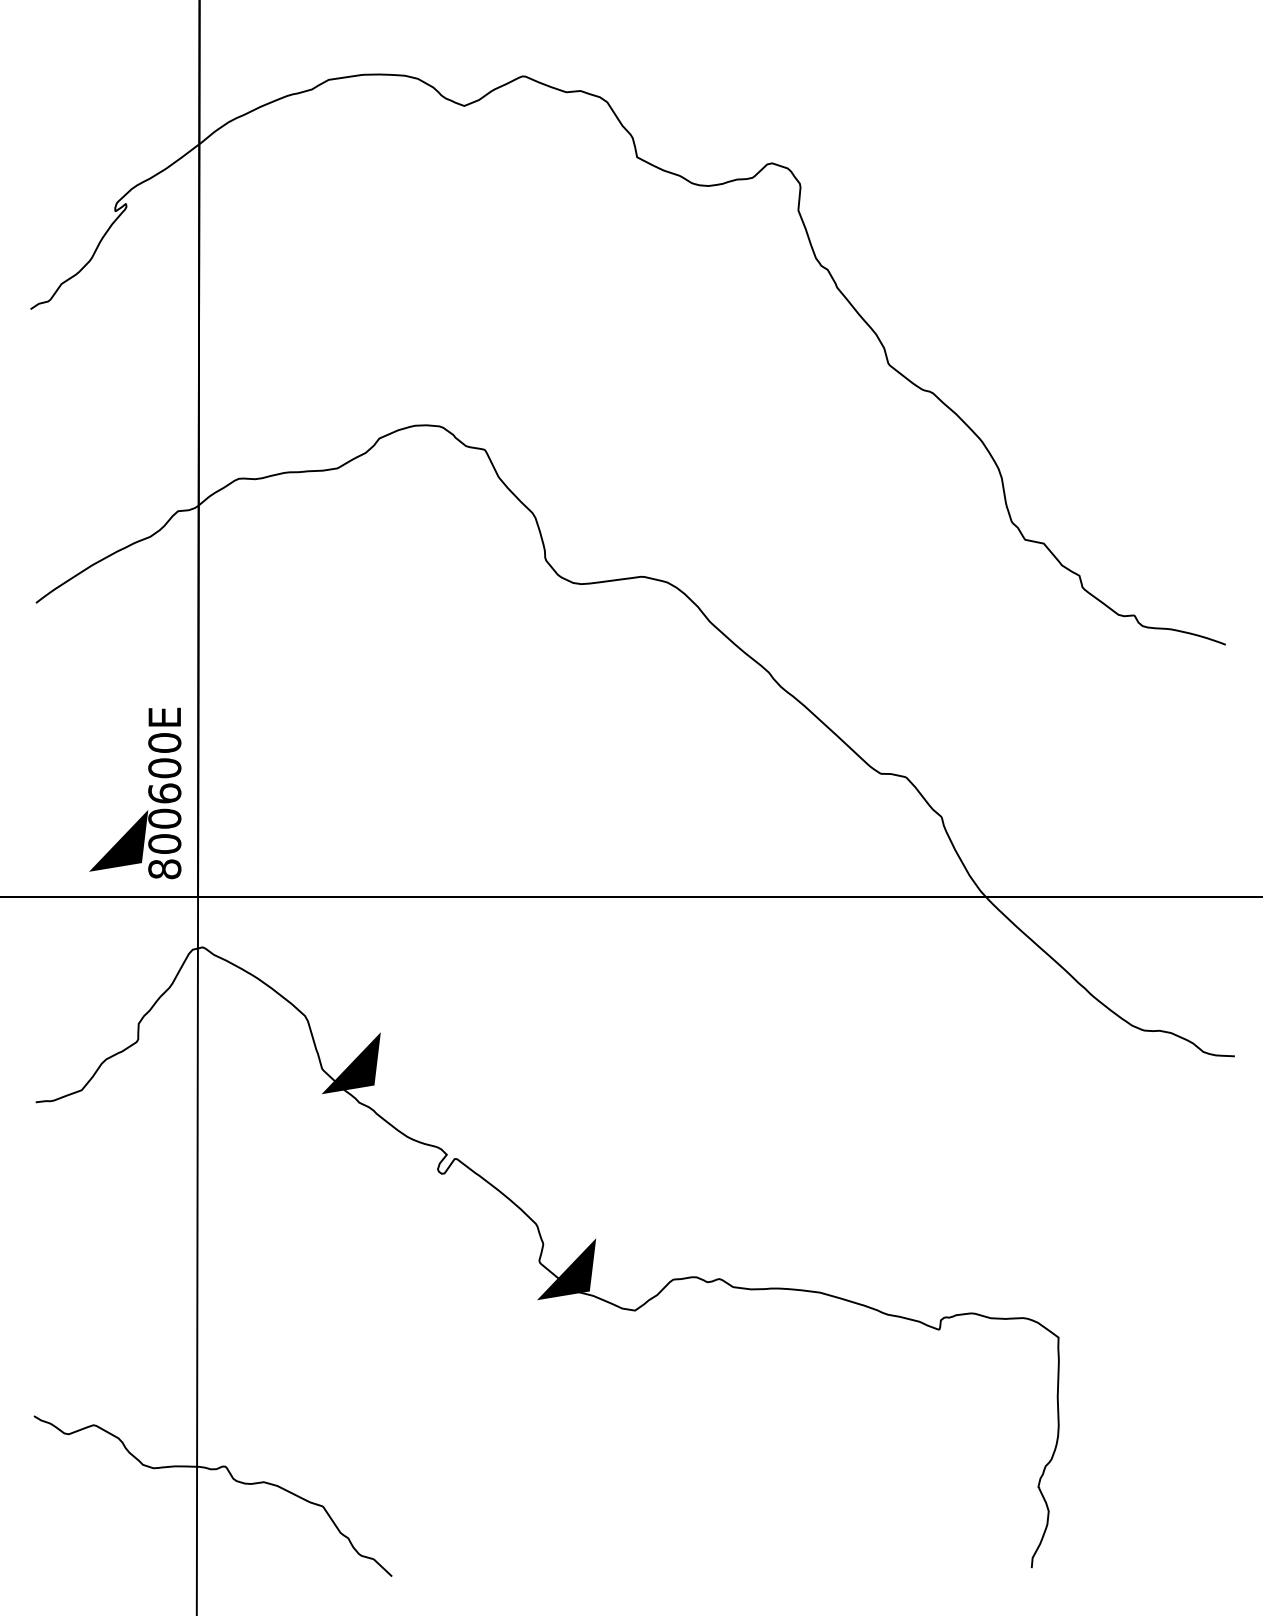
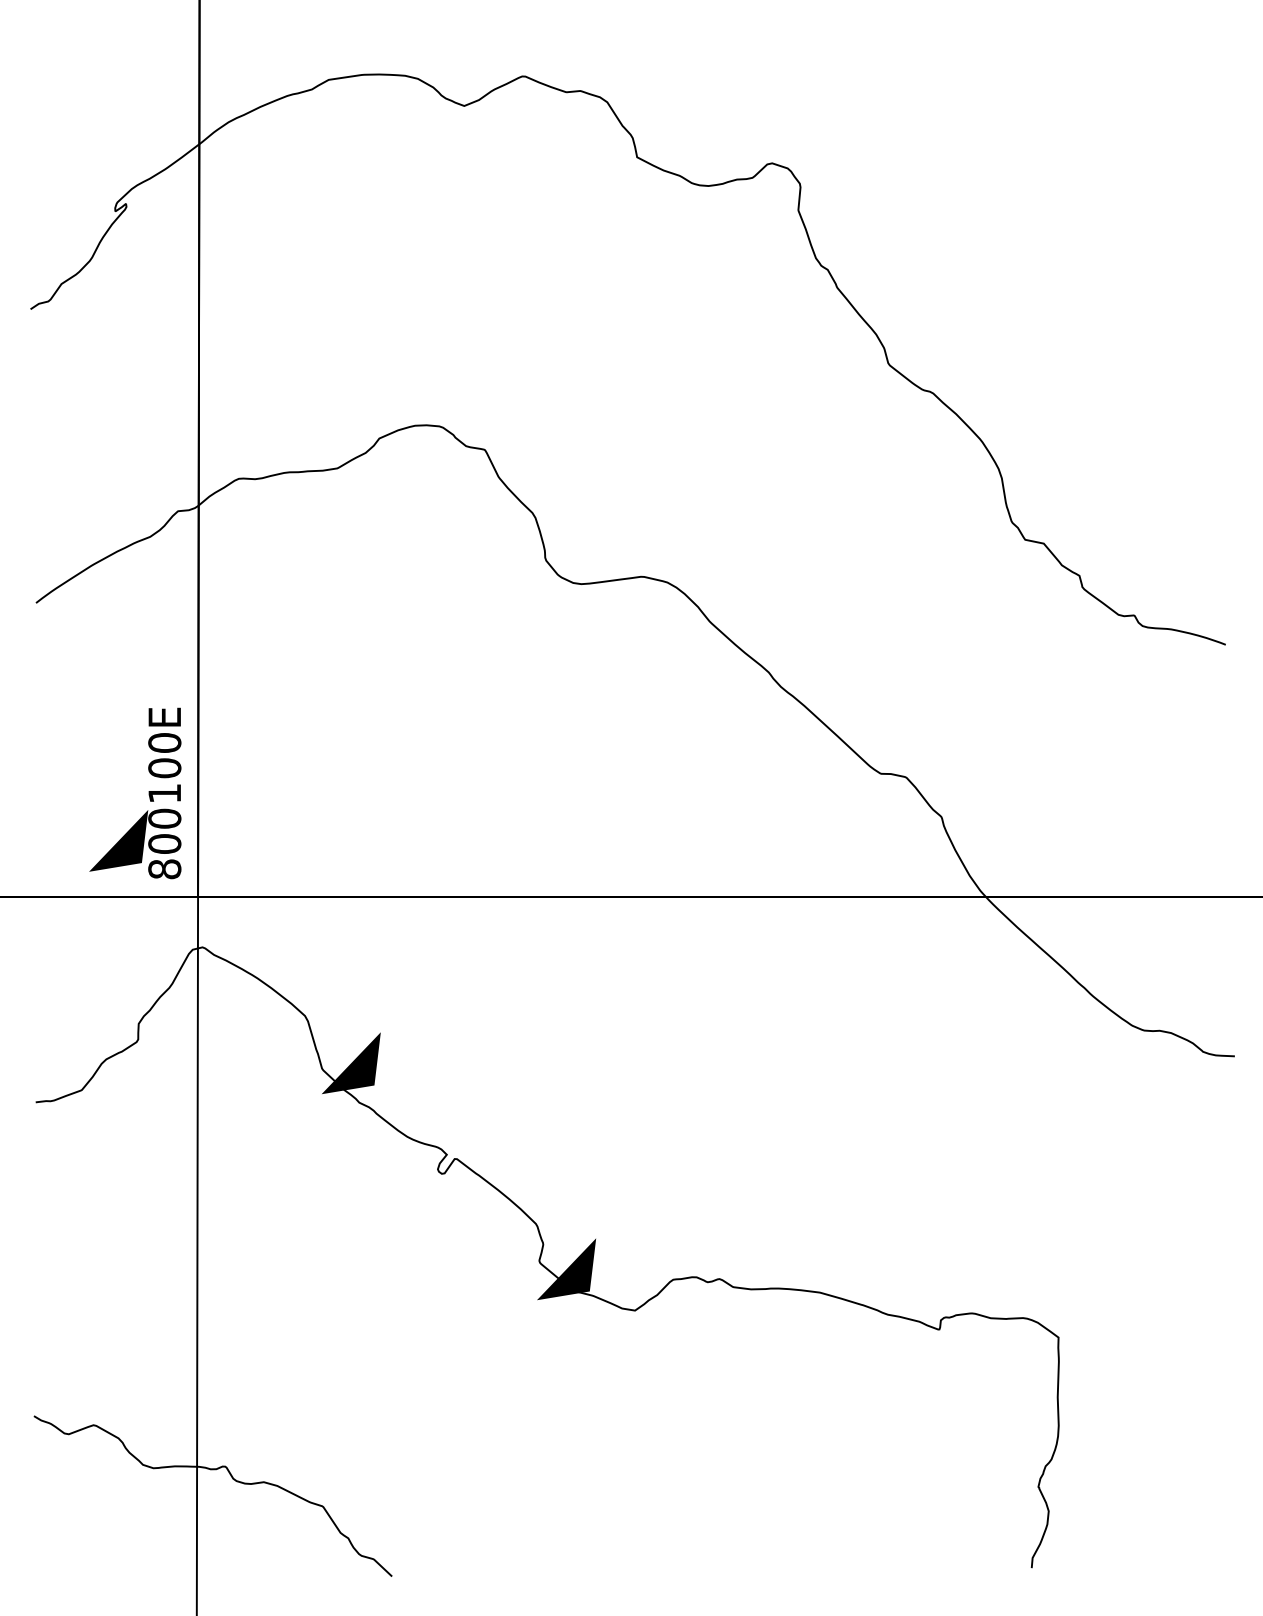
text at (164, 793): 800600E -> 800100E
